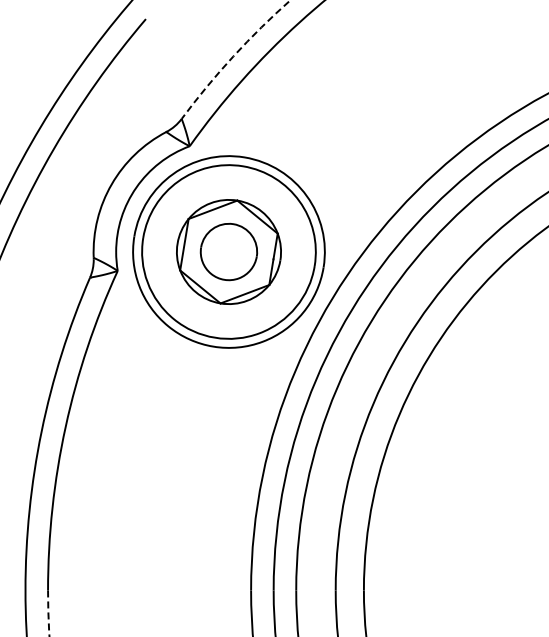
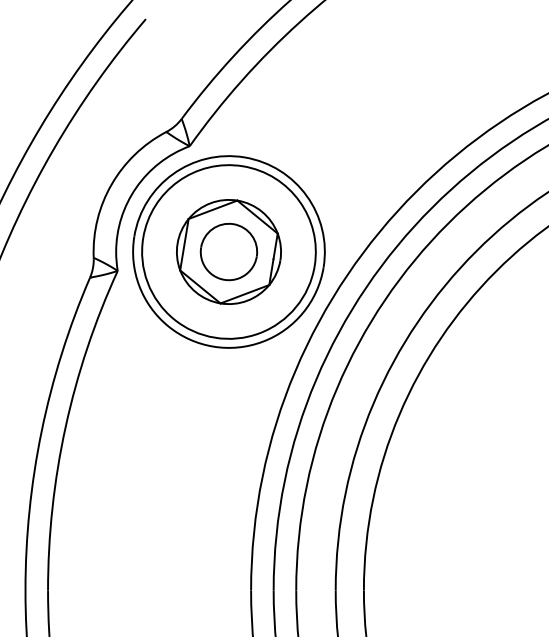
arc at (233, 56): dashed -> solid
arc at (48, 614): dashed -> solid
